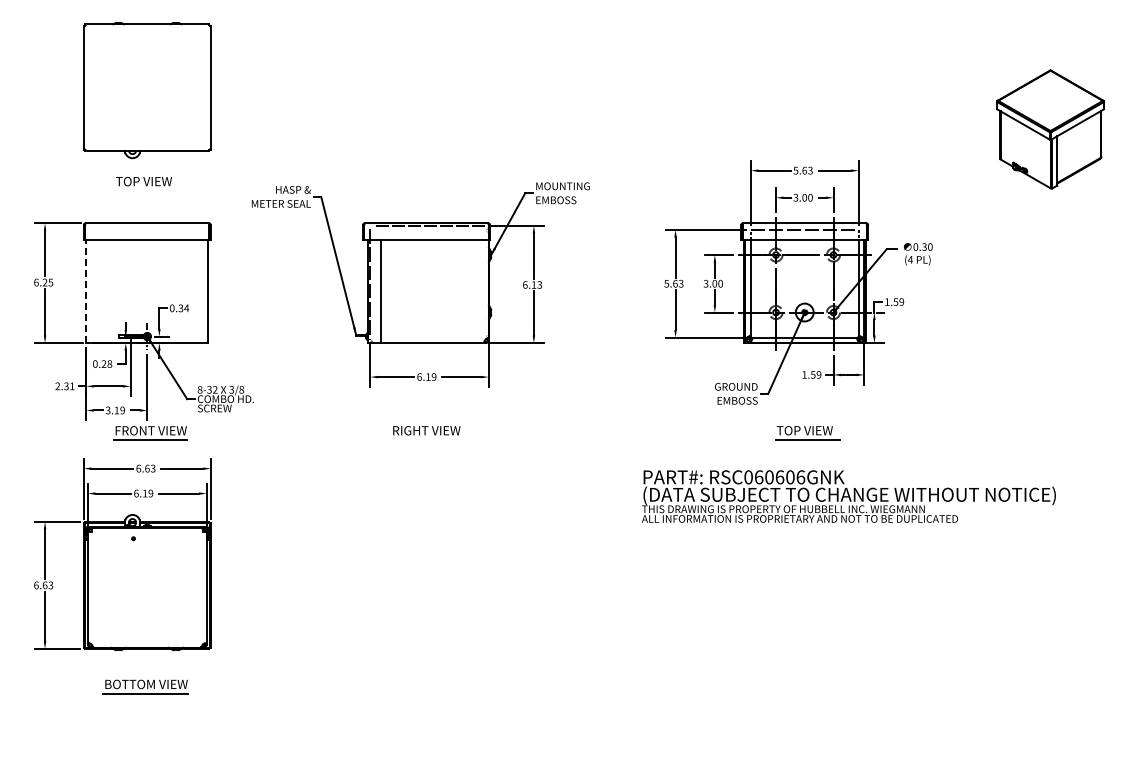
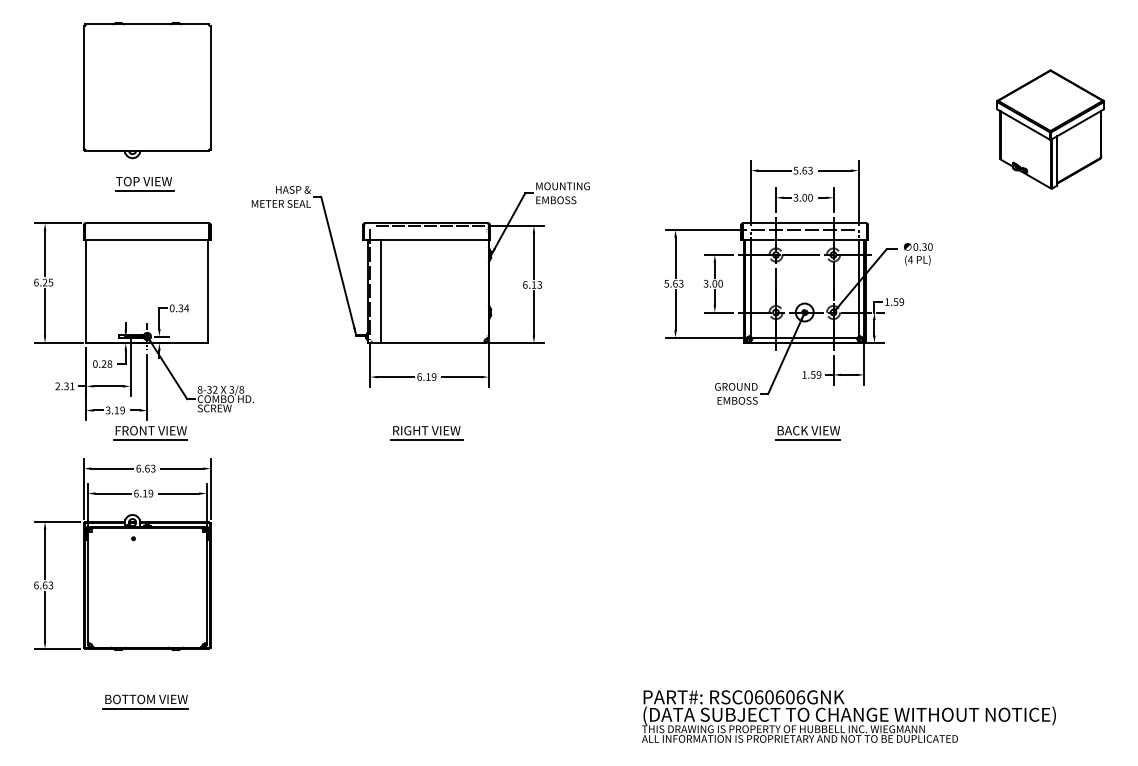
line at (144, 190): none -> present
line at (86, 291): dashed -> solid
text at (808, 430): TOP VIEW -> BACK VIEW
line at (426, 440): none -> present
text at (848, 496) position: (848, 496) -> (848, 716)
part at (145, 686) position: (145, 686) -> (145, 701)
